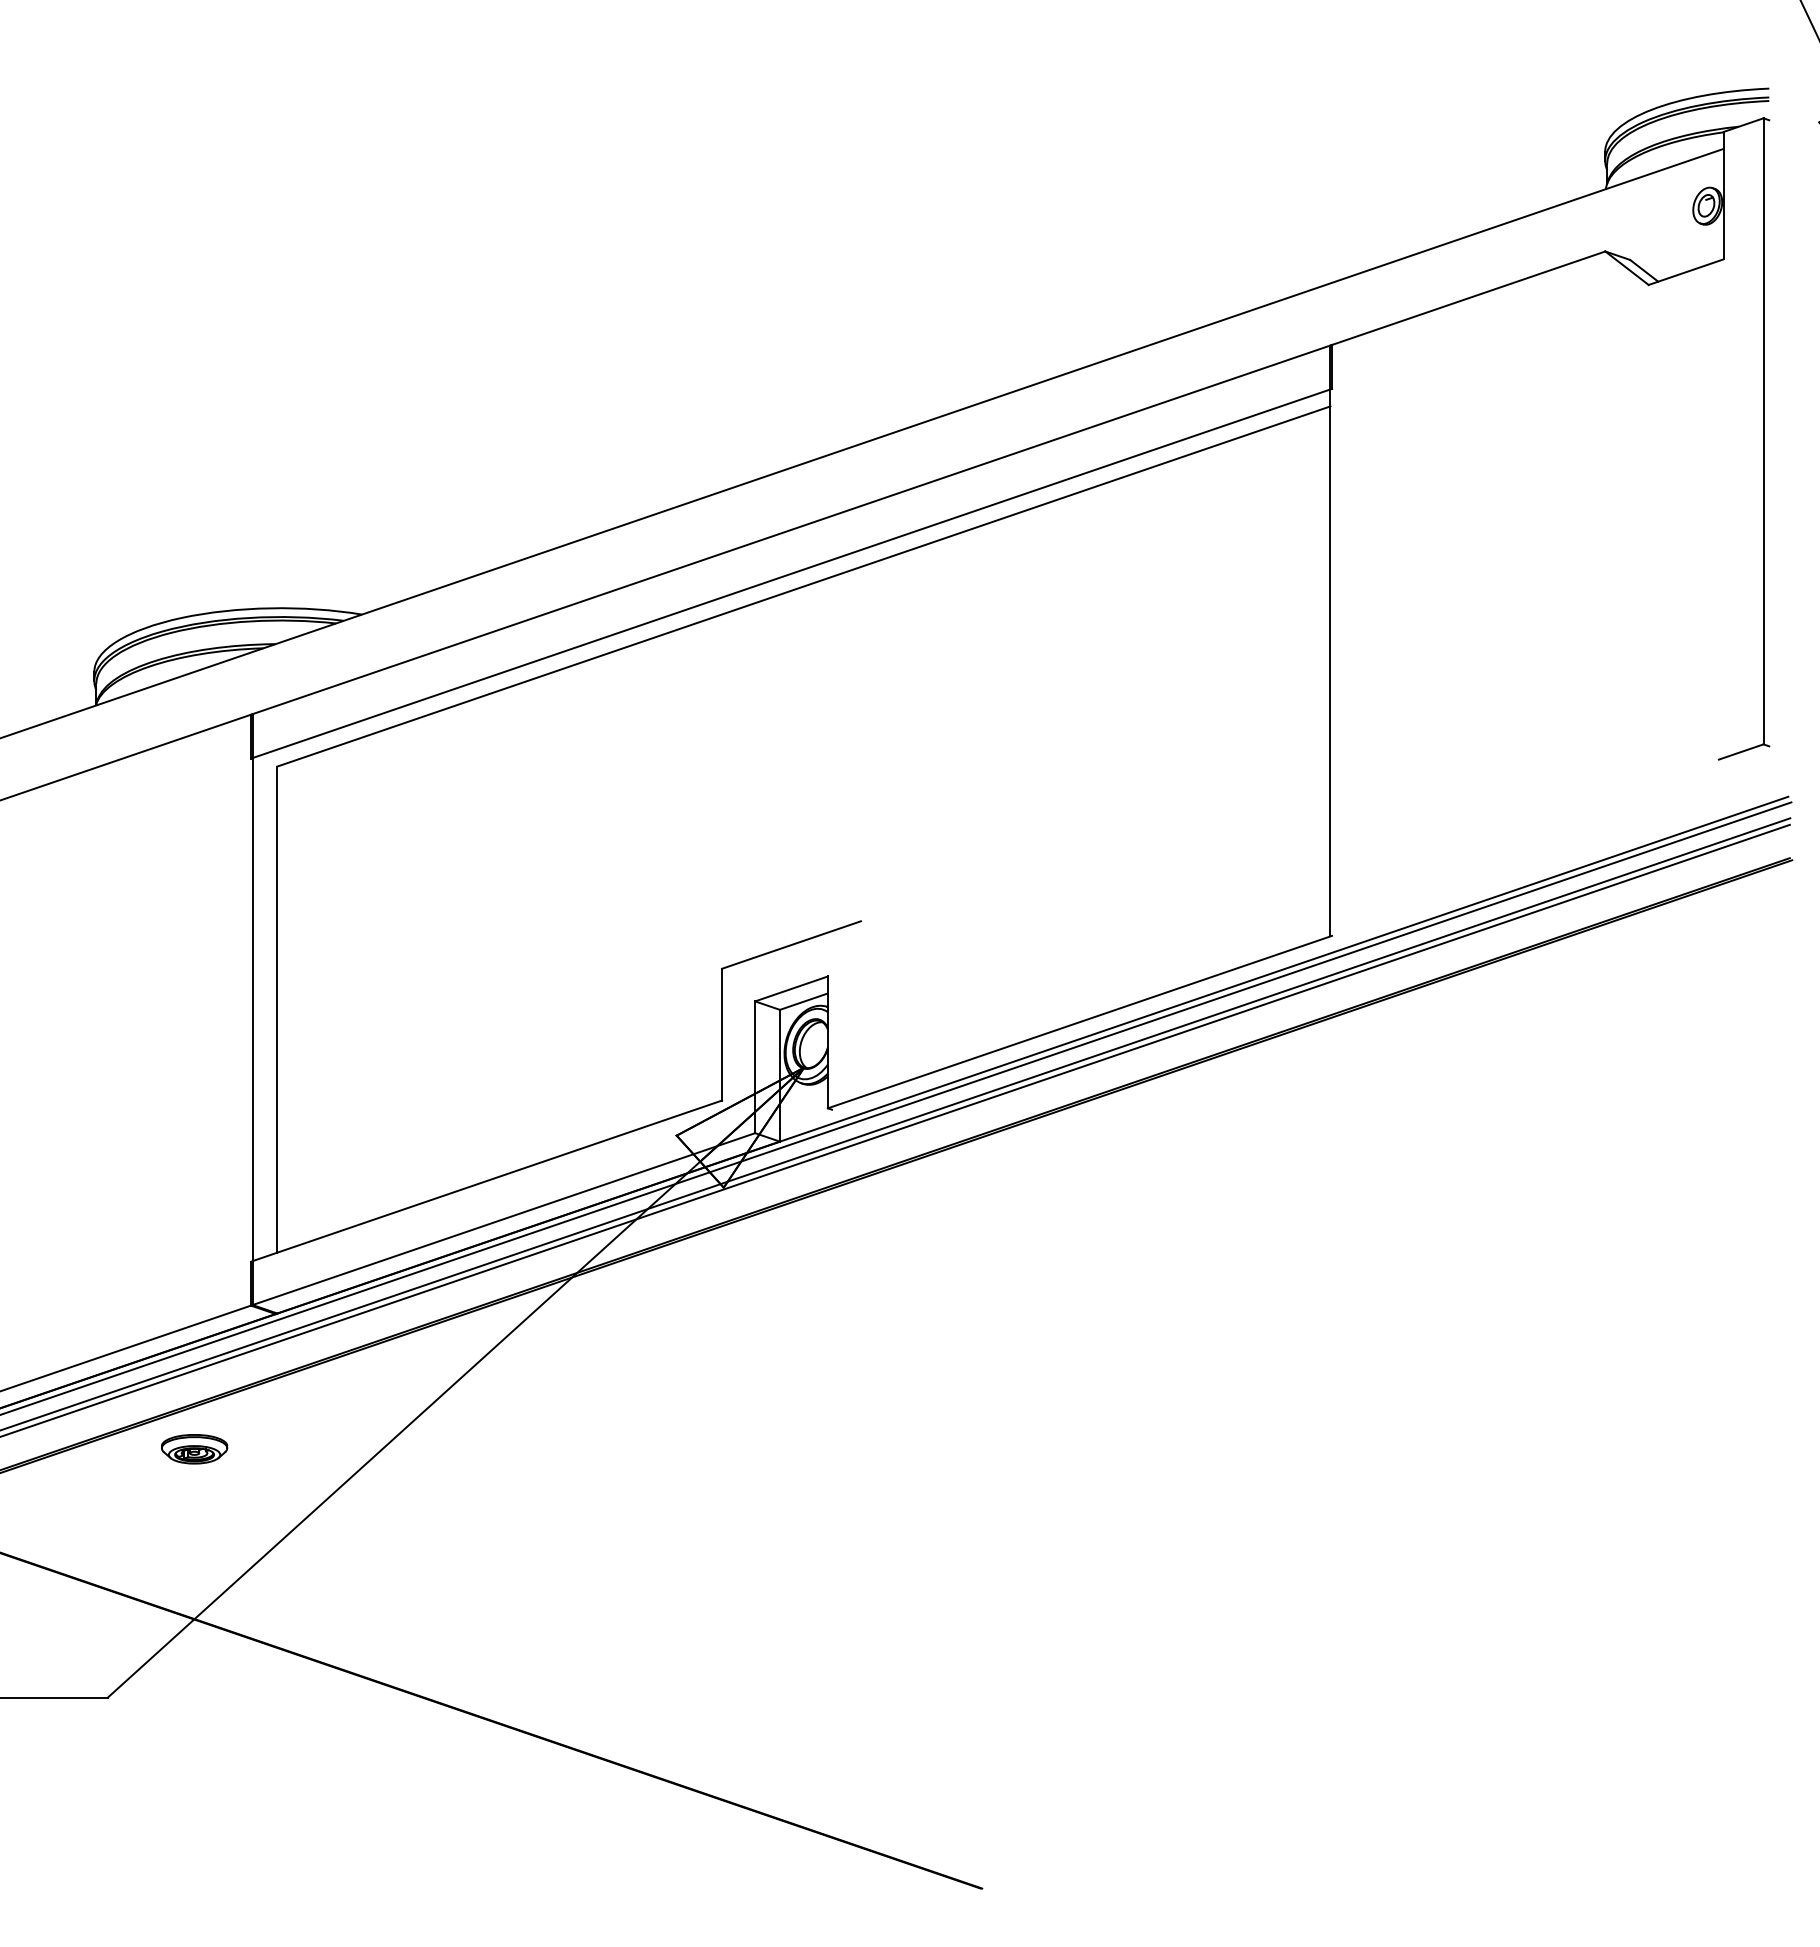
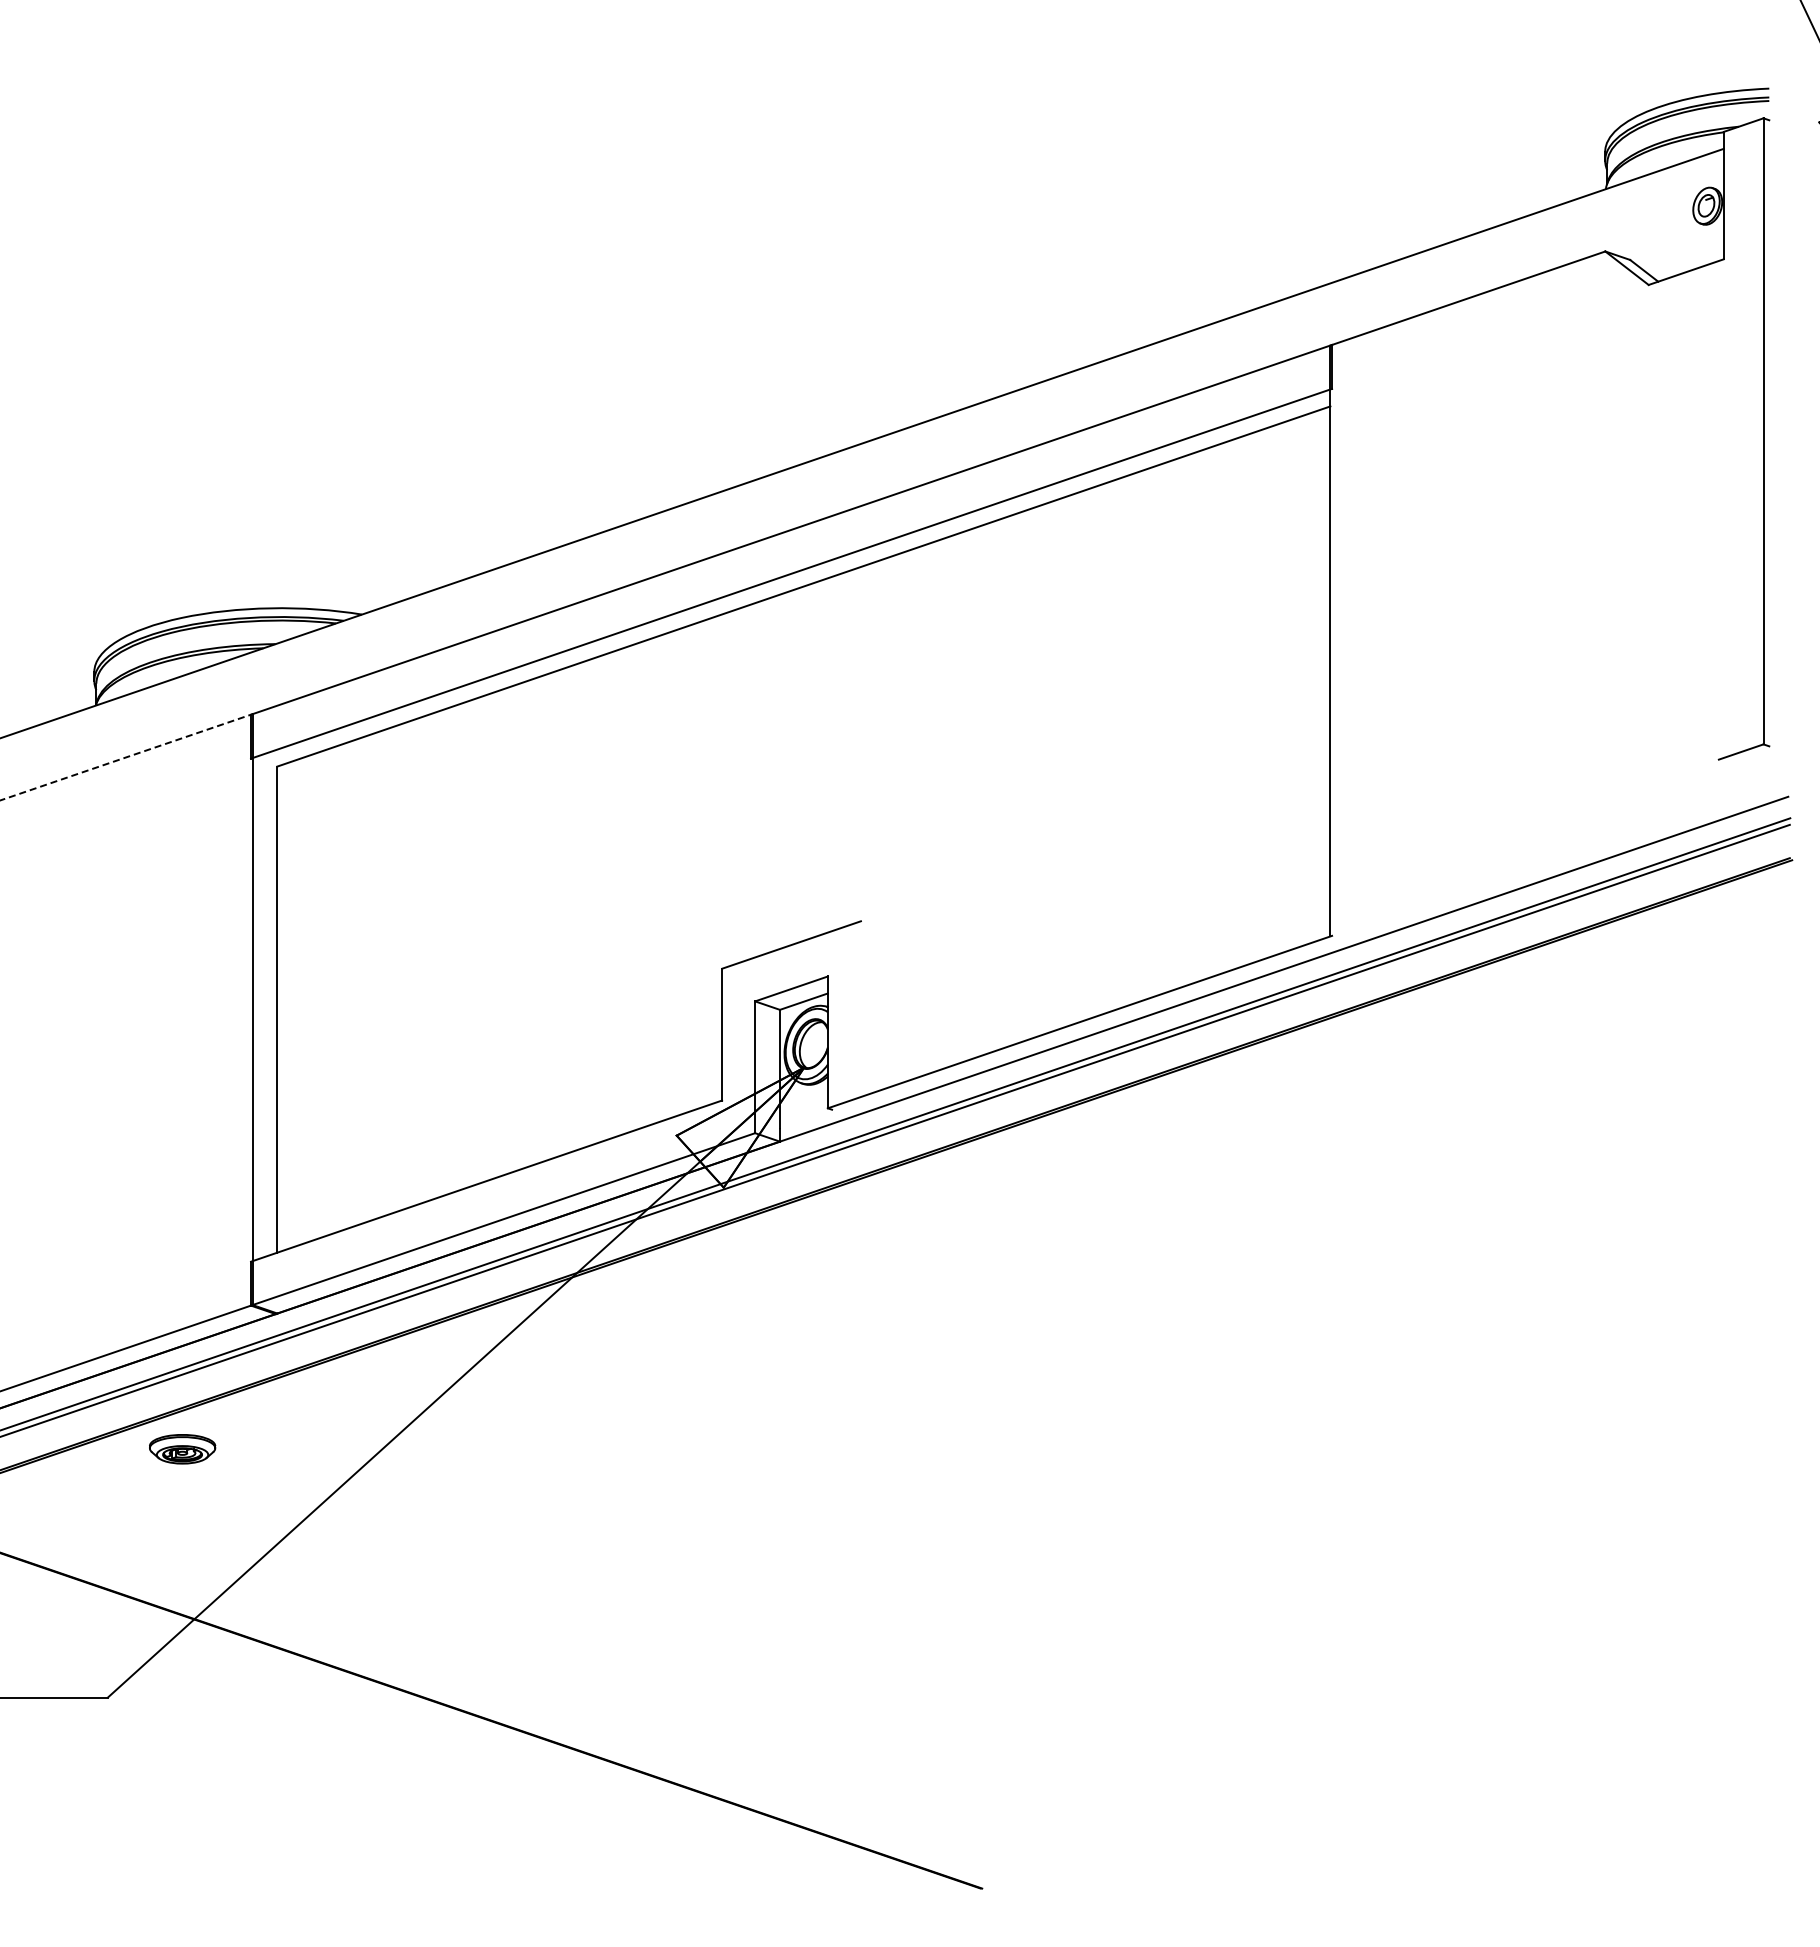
line at (127, 757): solid -> dashed
line at (896, 1108): present -> none
part at (194, 1449) position: (194, 1449) -> (182, 1449)
